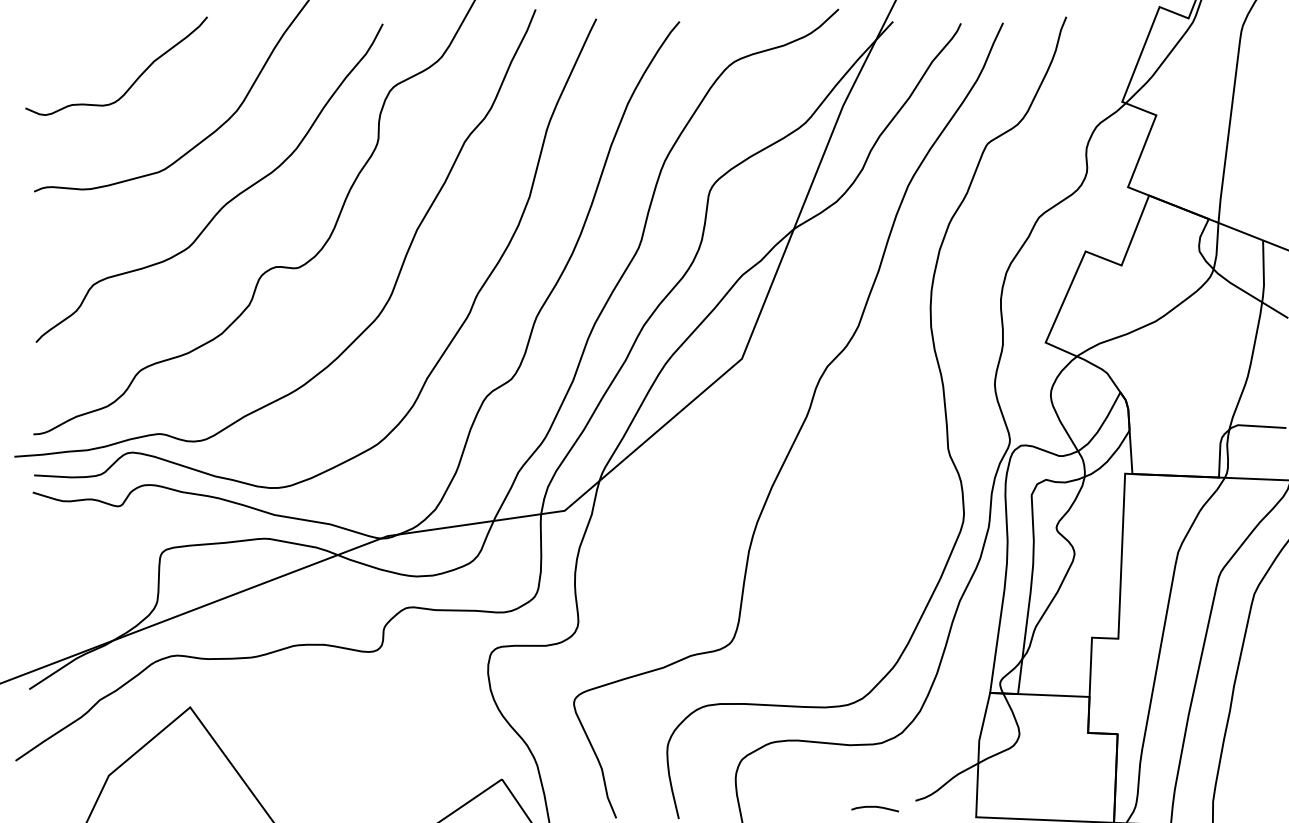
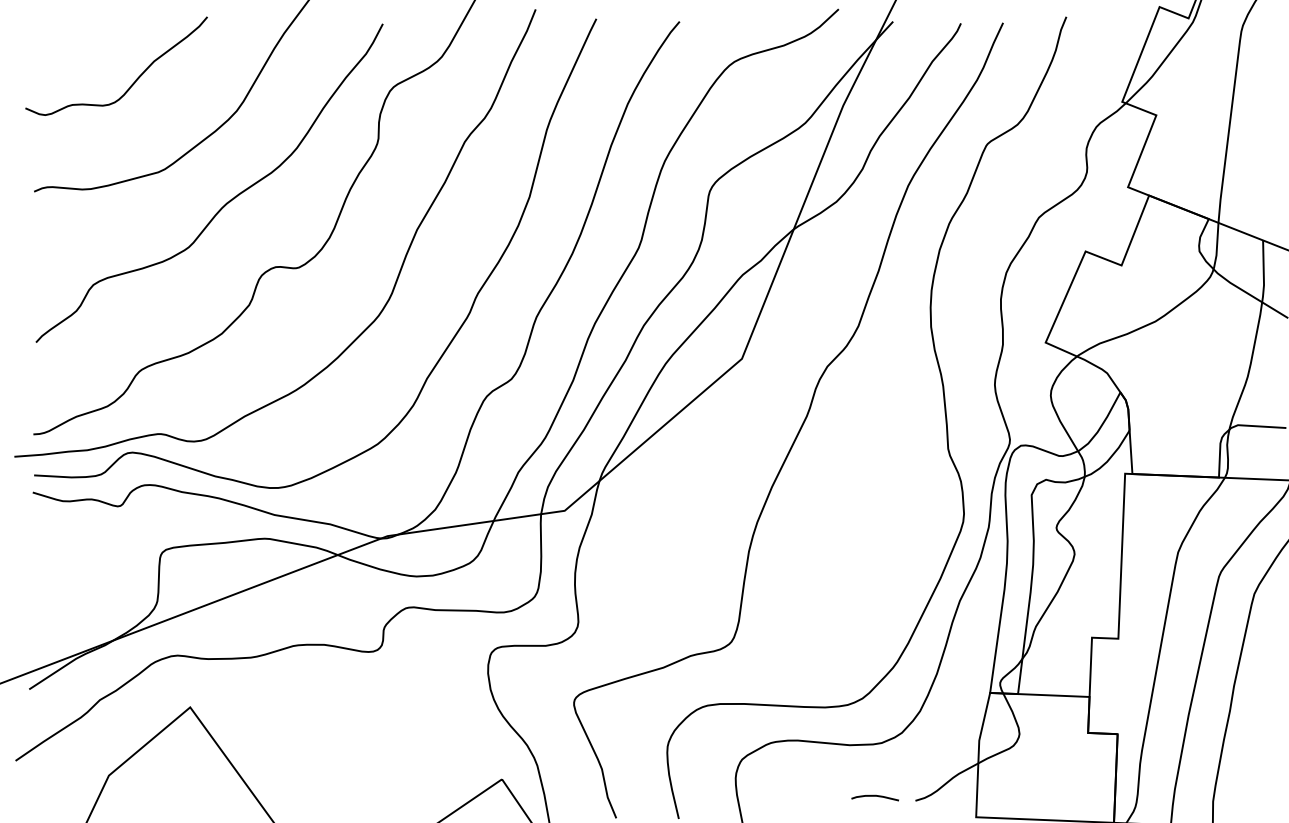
curve at (874, 807) position: (874, 807) -> (874, 796)
